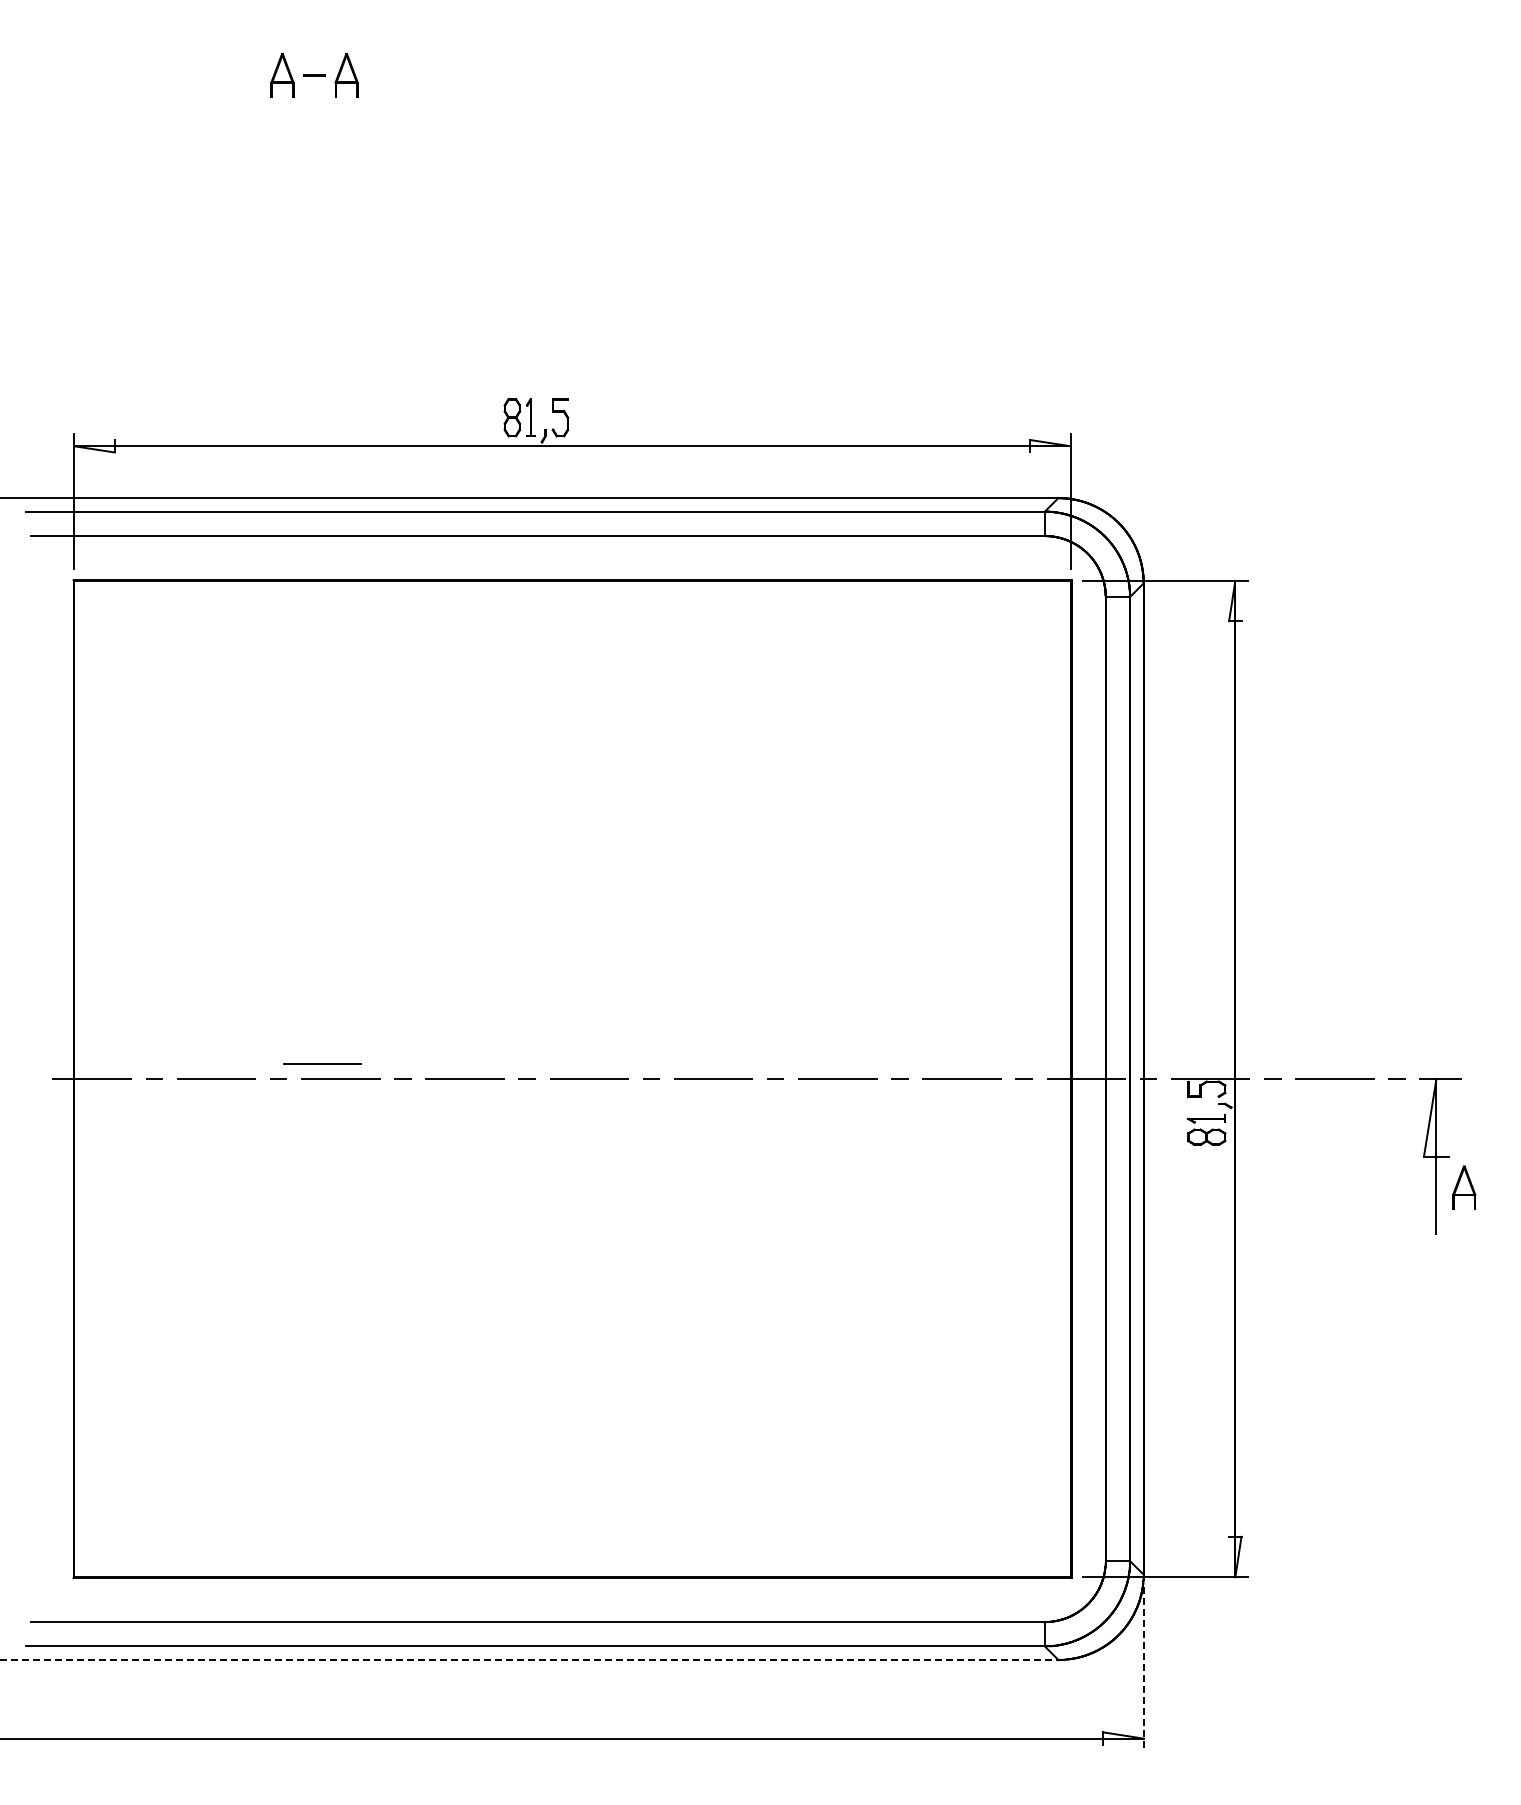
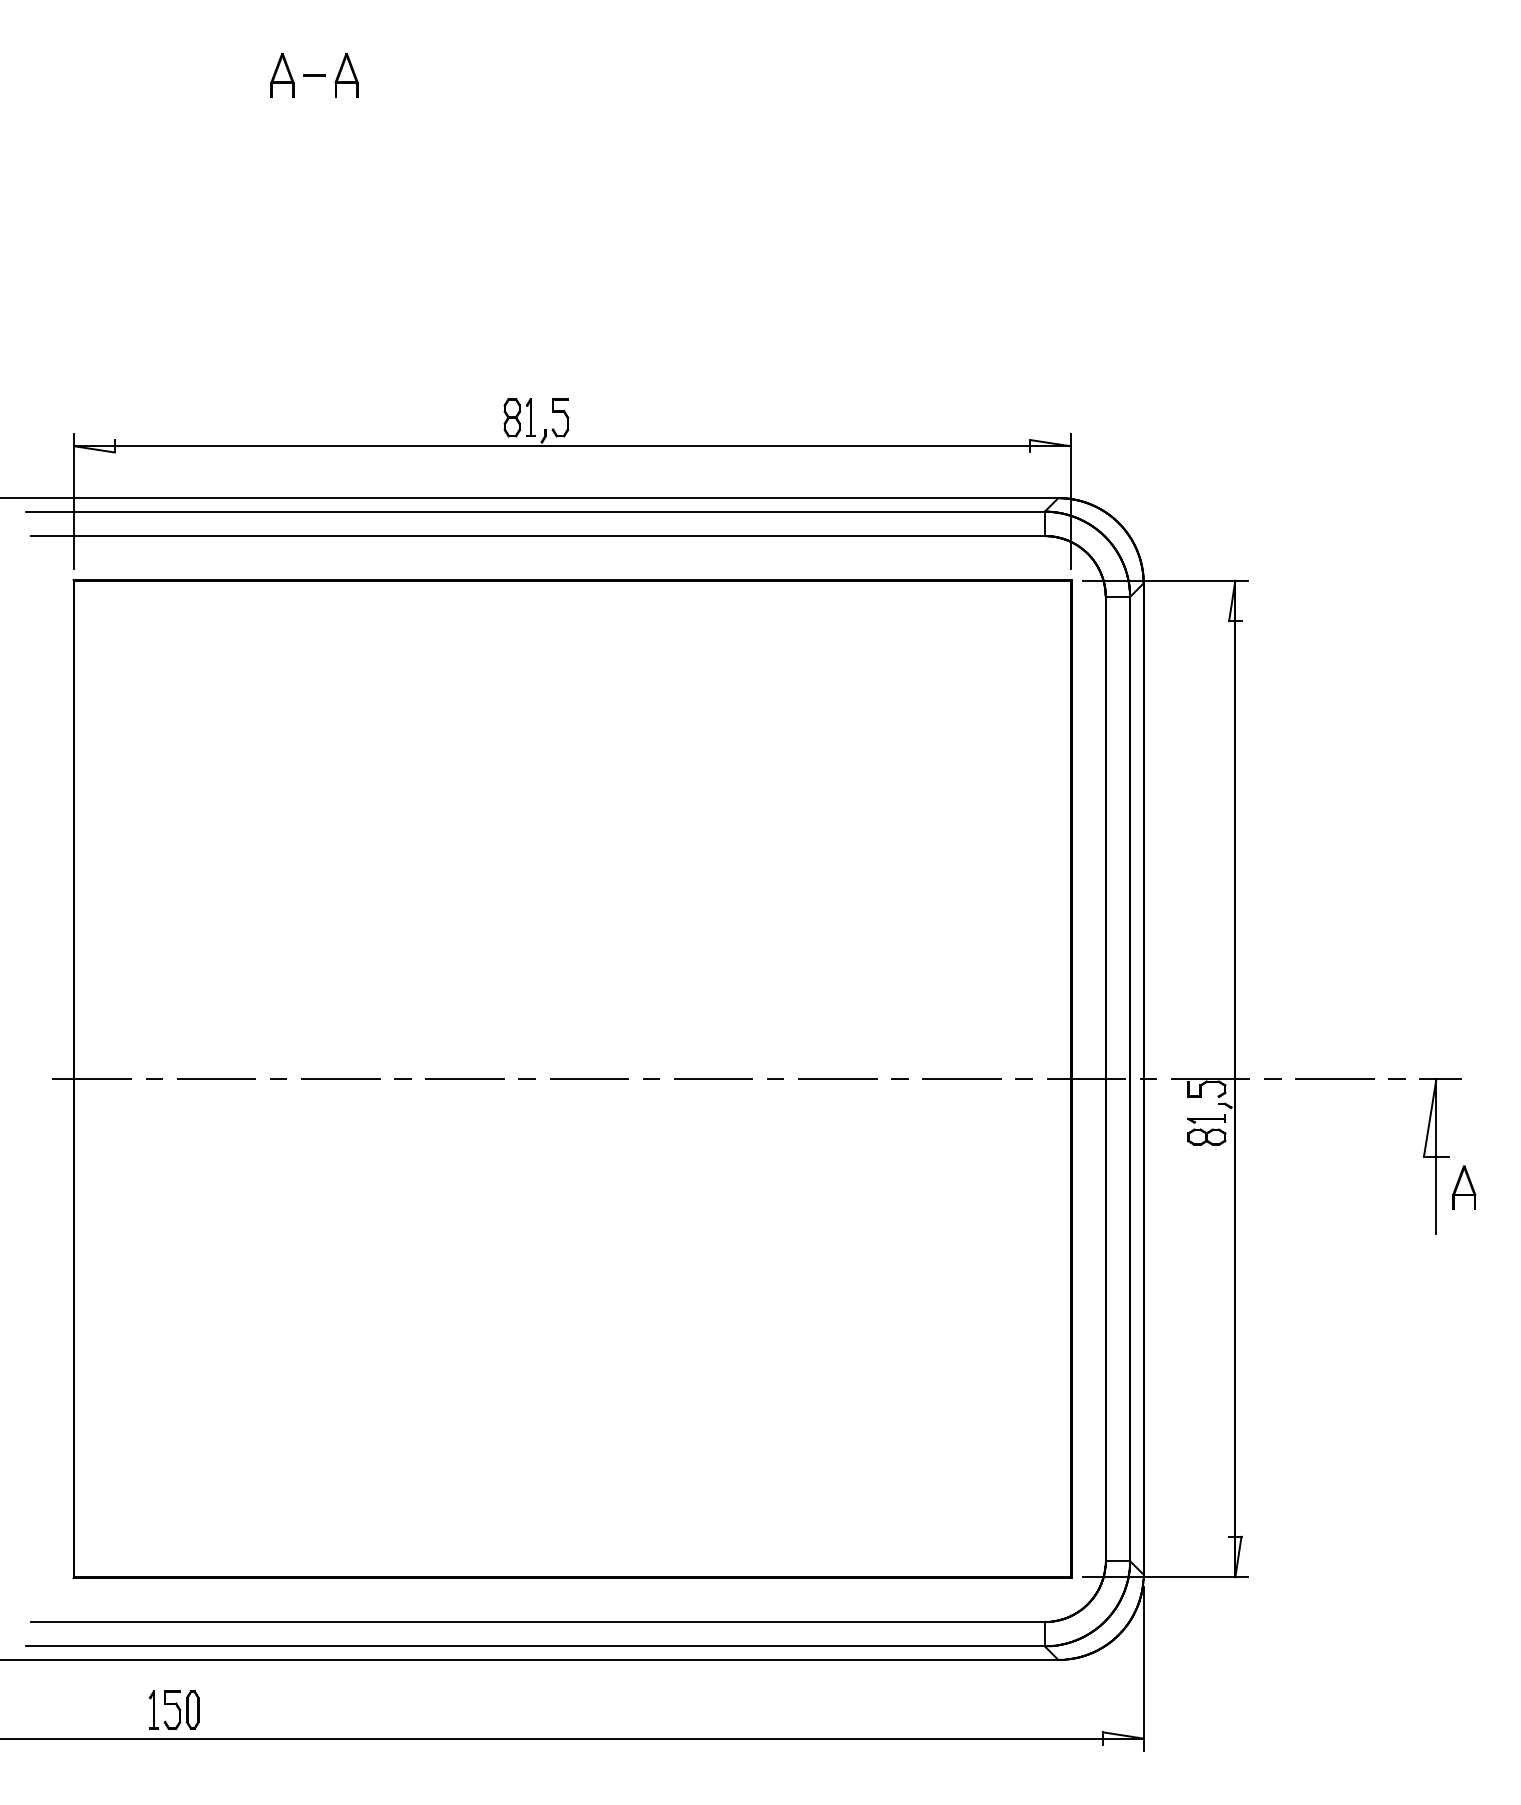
line at (322, 1063): present -> none
line at (529, 1659): dashed -> solid
line at (1143, 1669): dashed -> solid
part at (174, 1709): none -> present
